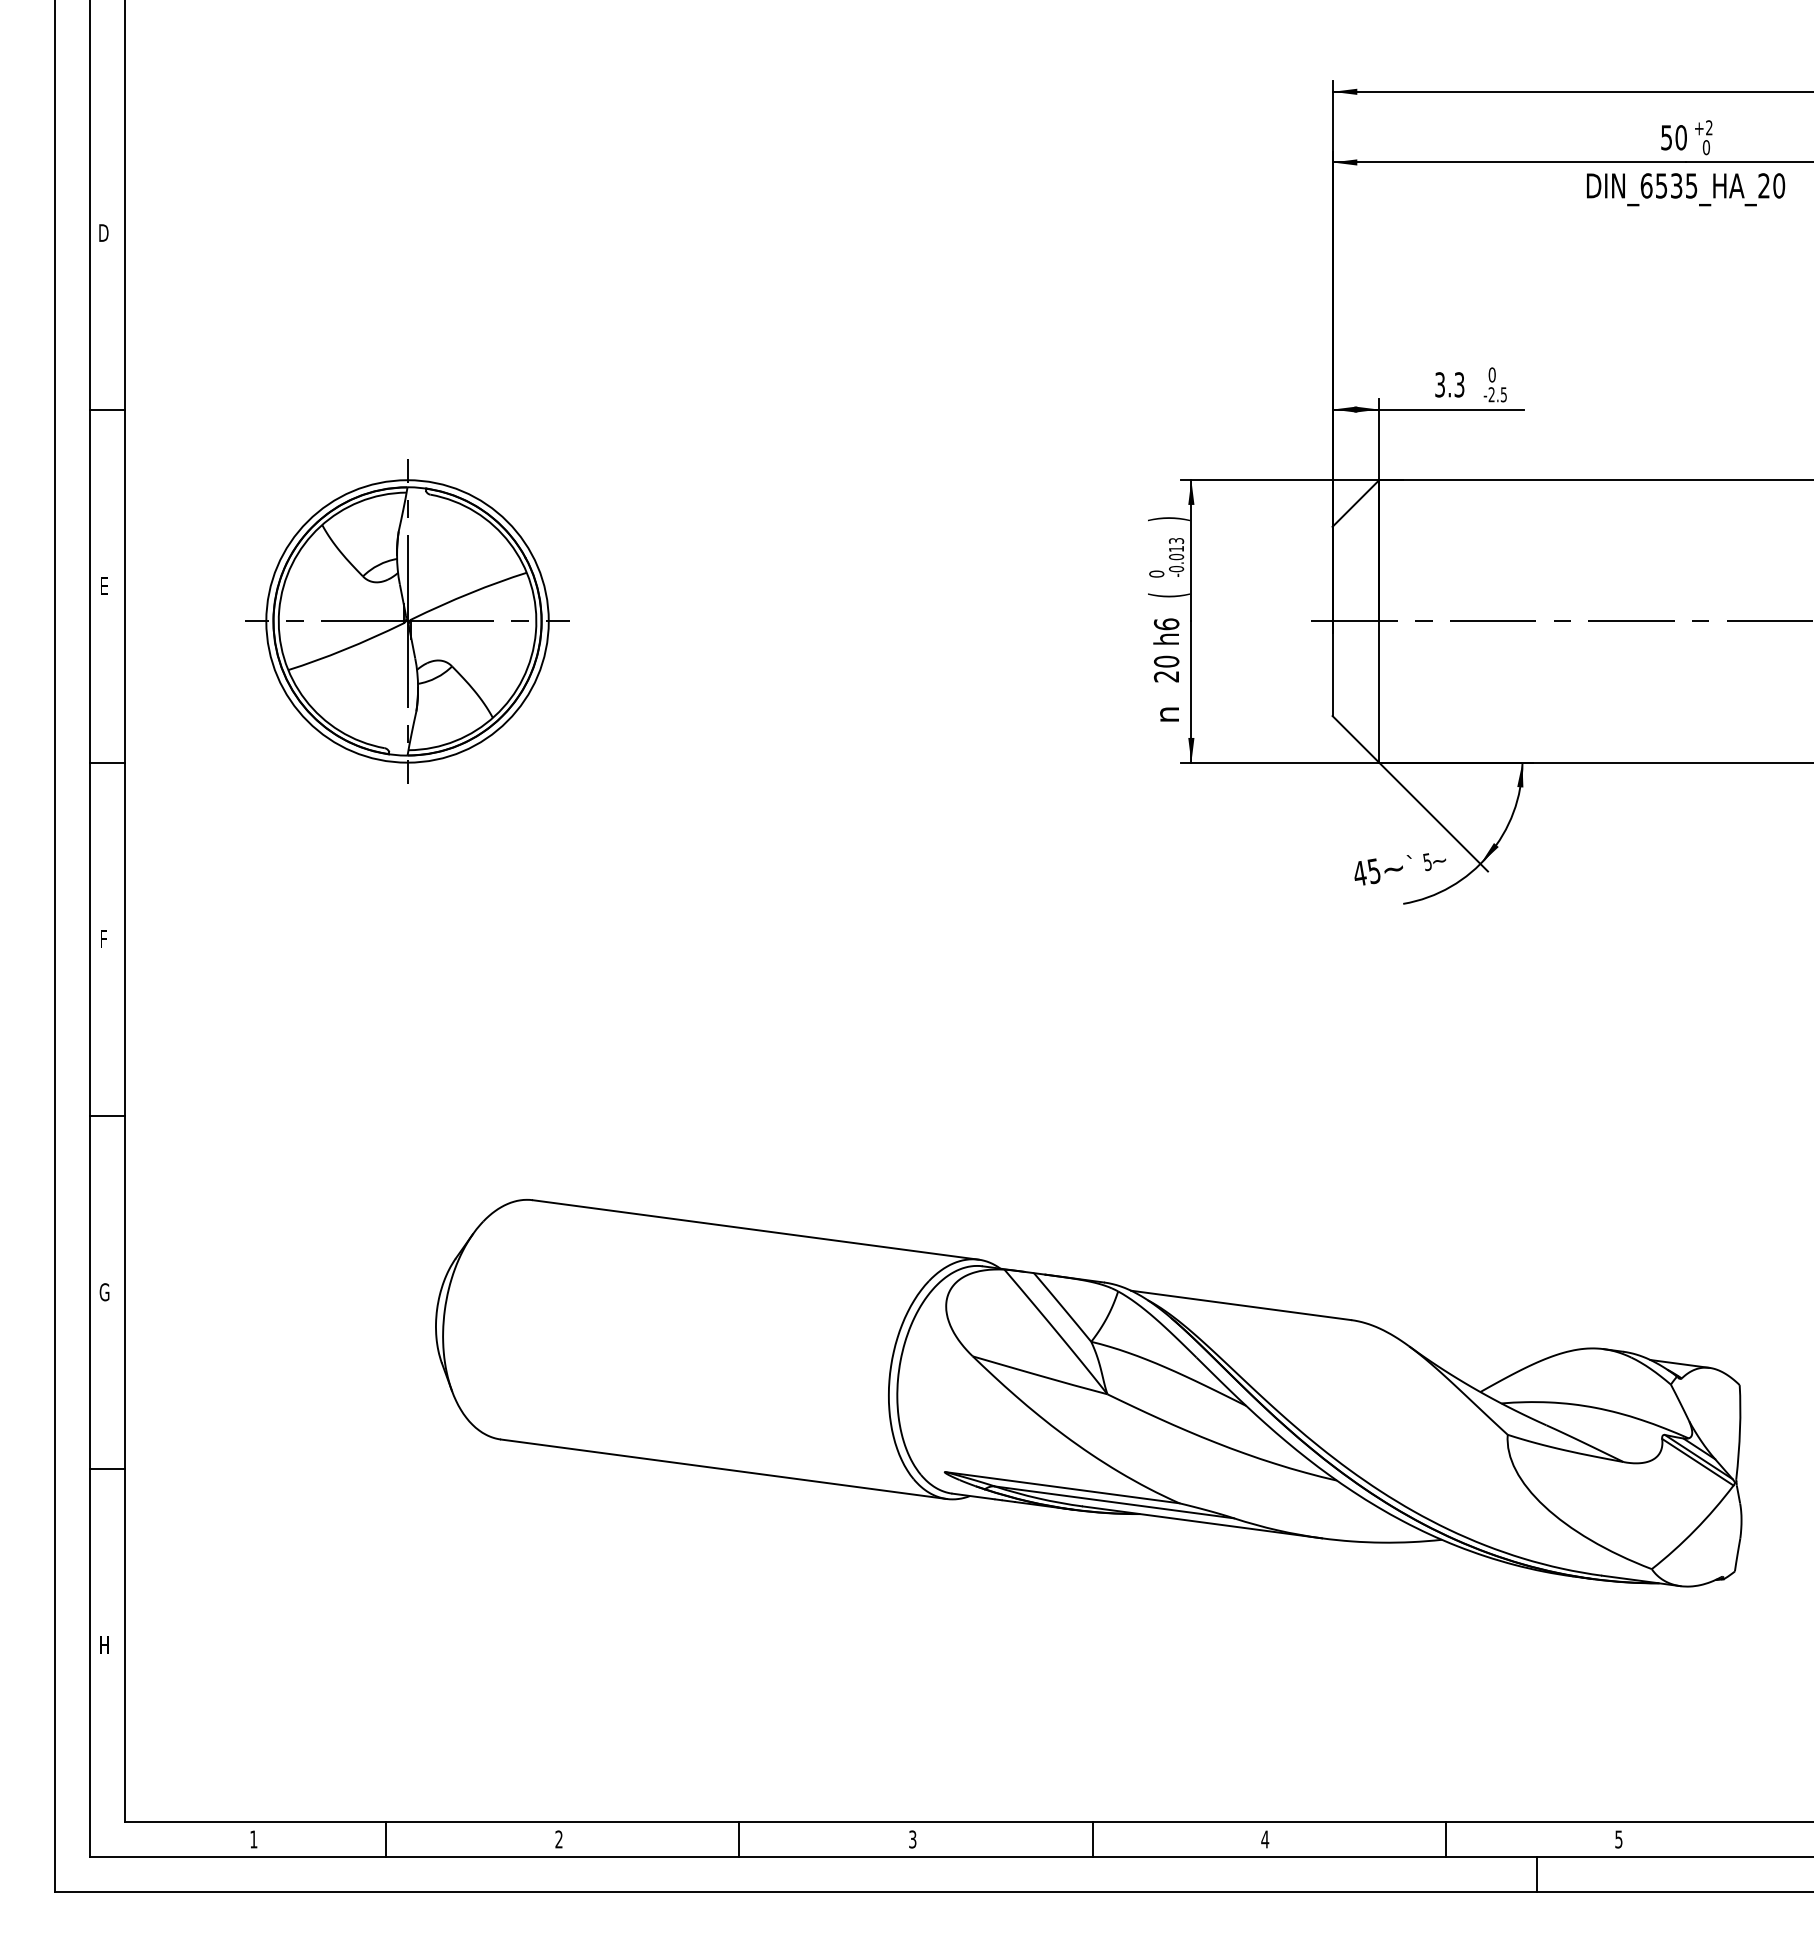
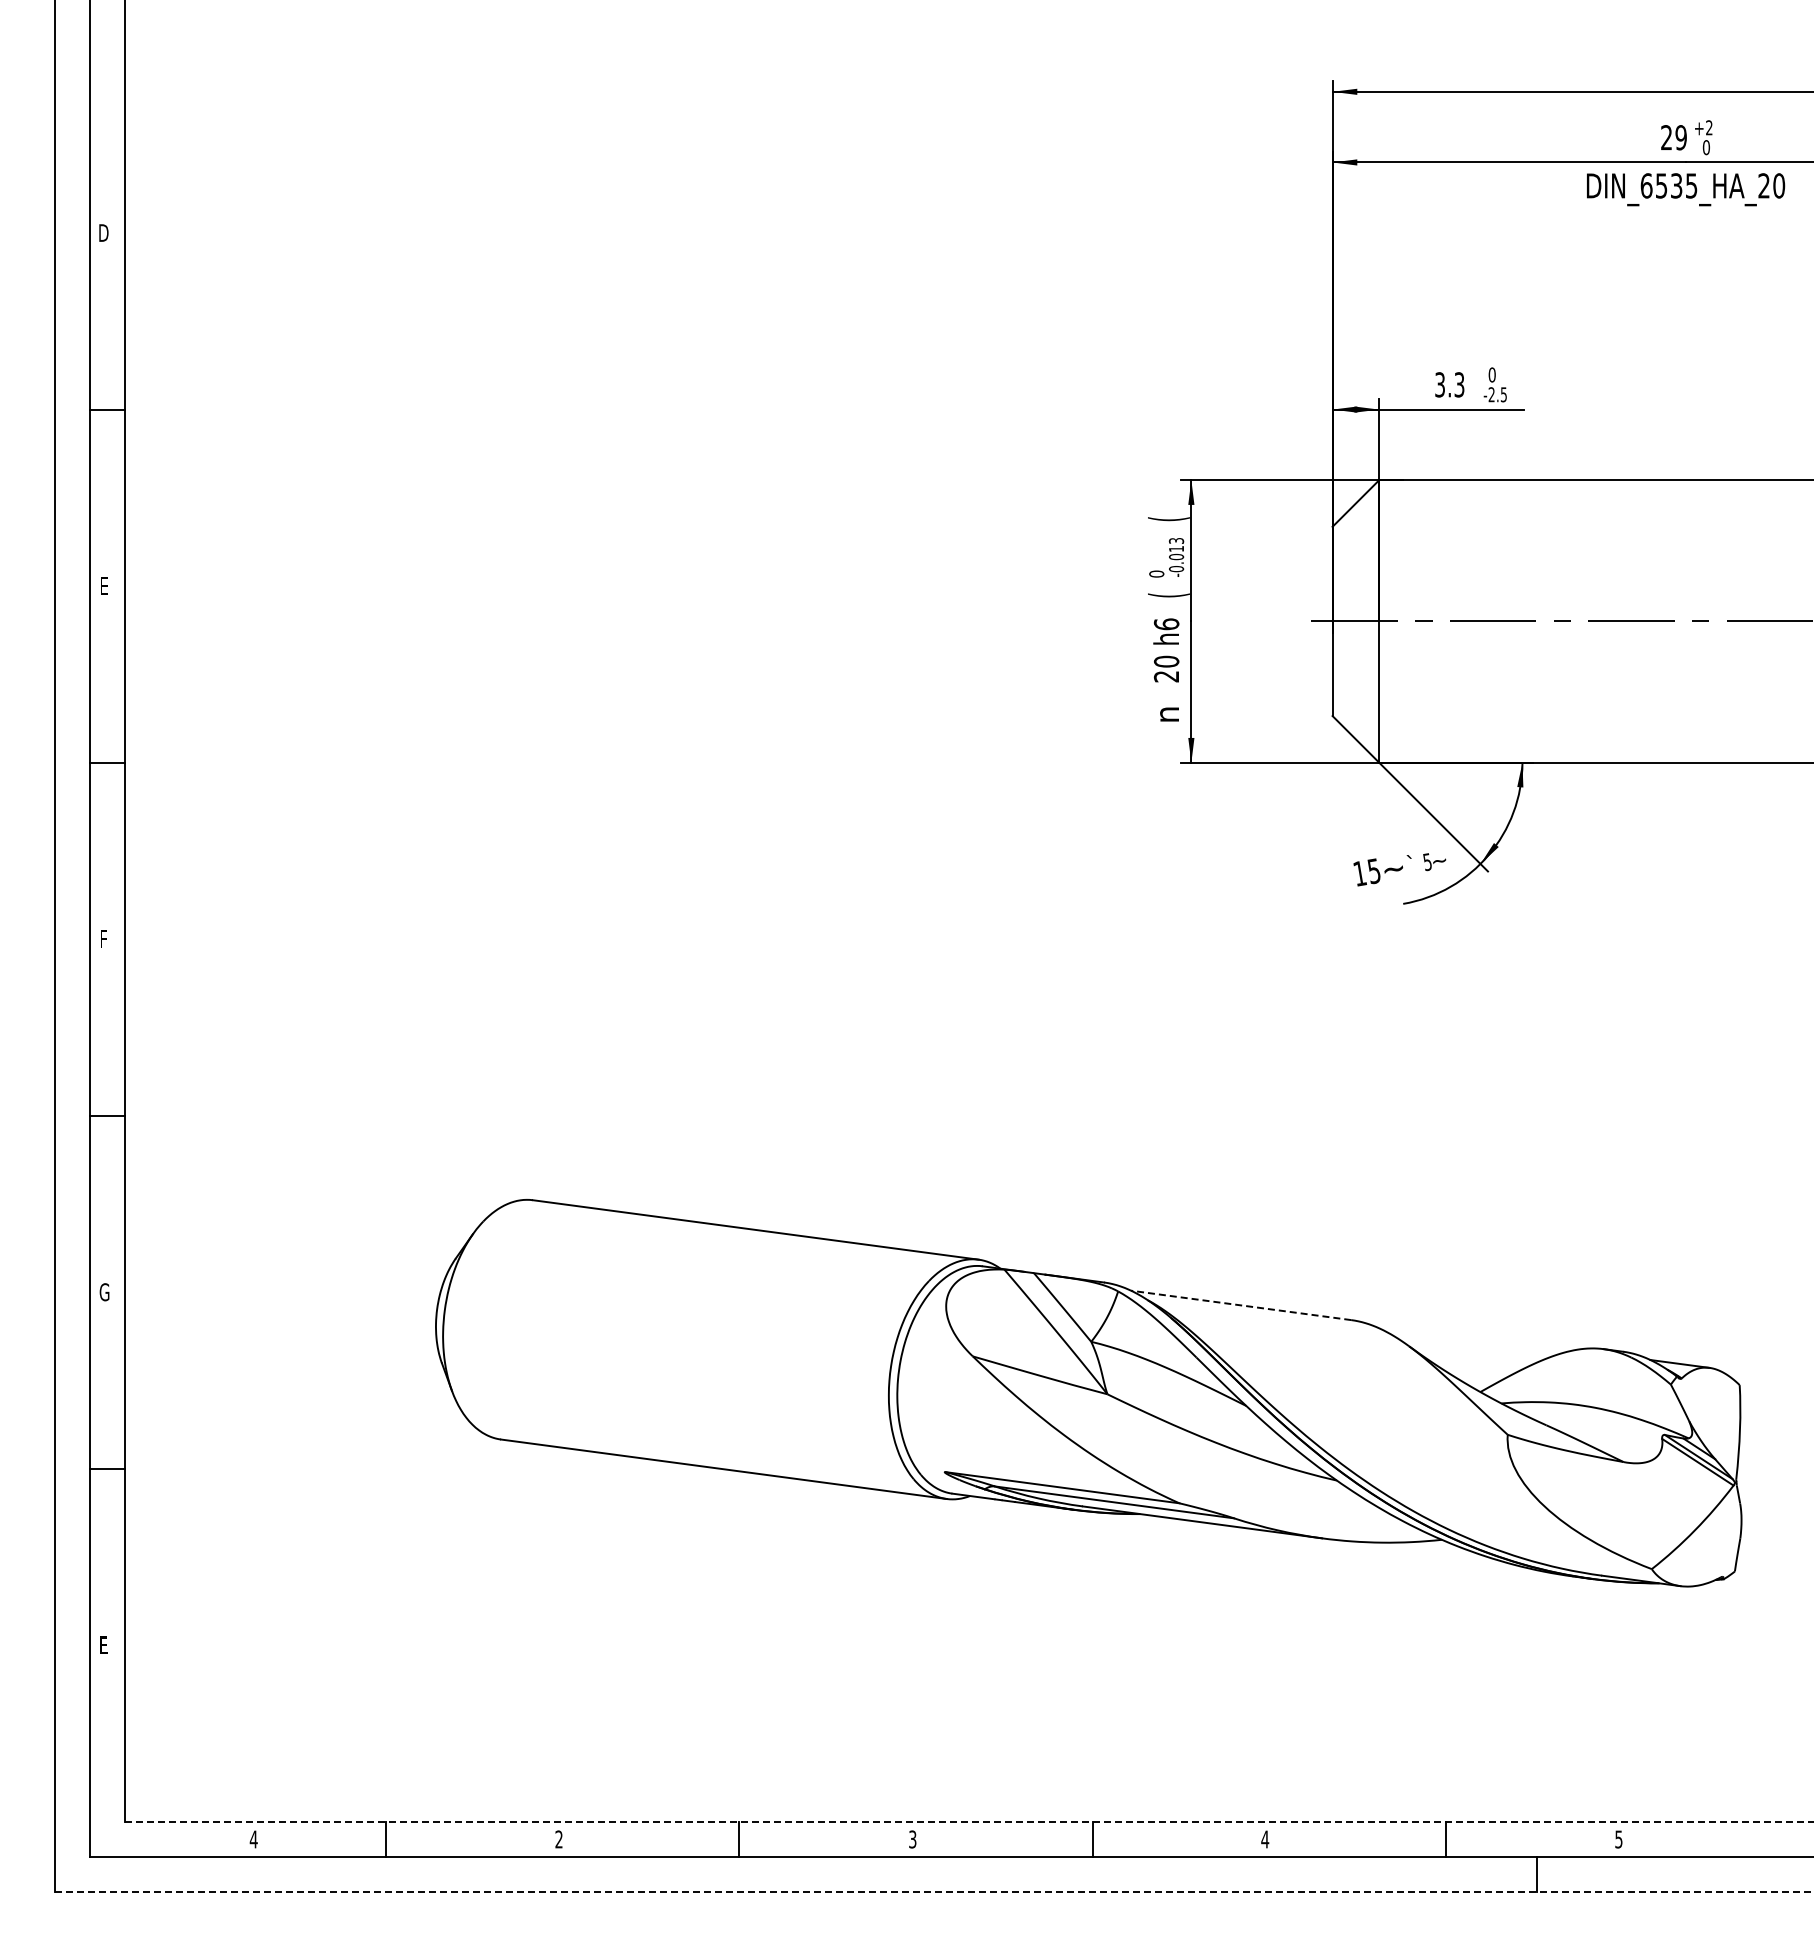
text at (1673, 137): 50 -> 29
text at (1168, 519): ) -> (
part at (407, 621): present -> none
text at (1359, 873): 45 -> 15
line at (1240, 1305): solid -> dashed
text at (105, 1644): H -> E
line at (969, 1821): solid -> dashed
text at (253, 1839): 1 -> 4
line at (934, 1892): solid -> dashed
